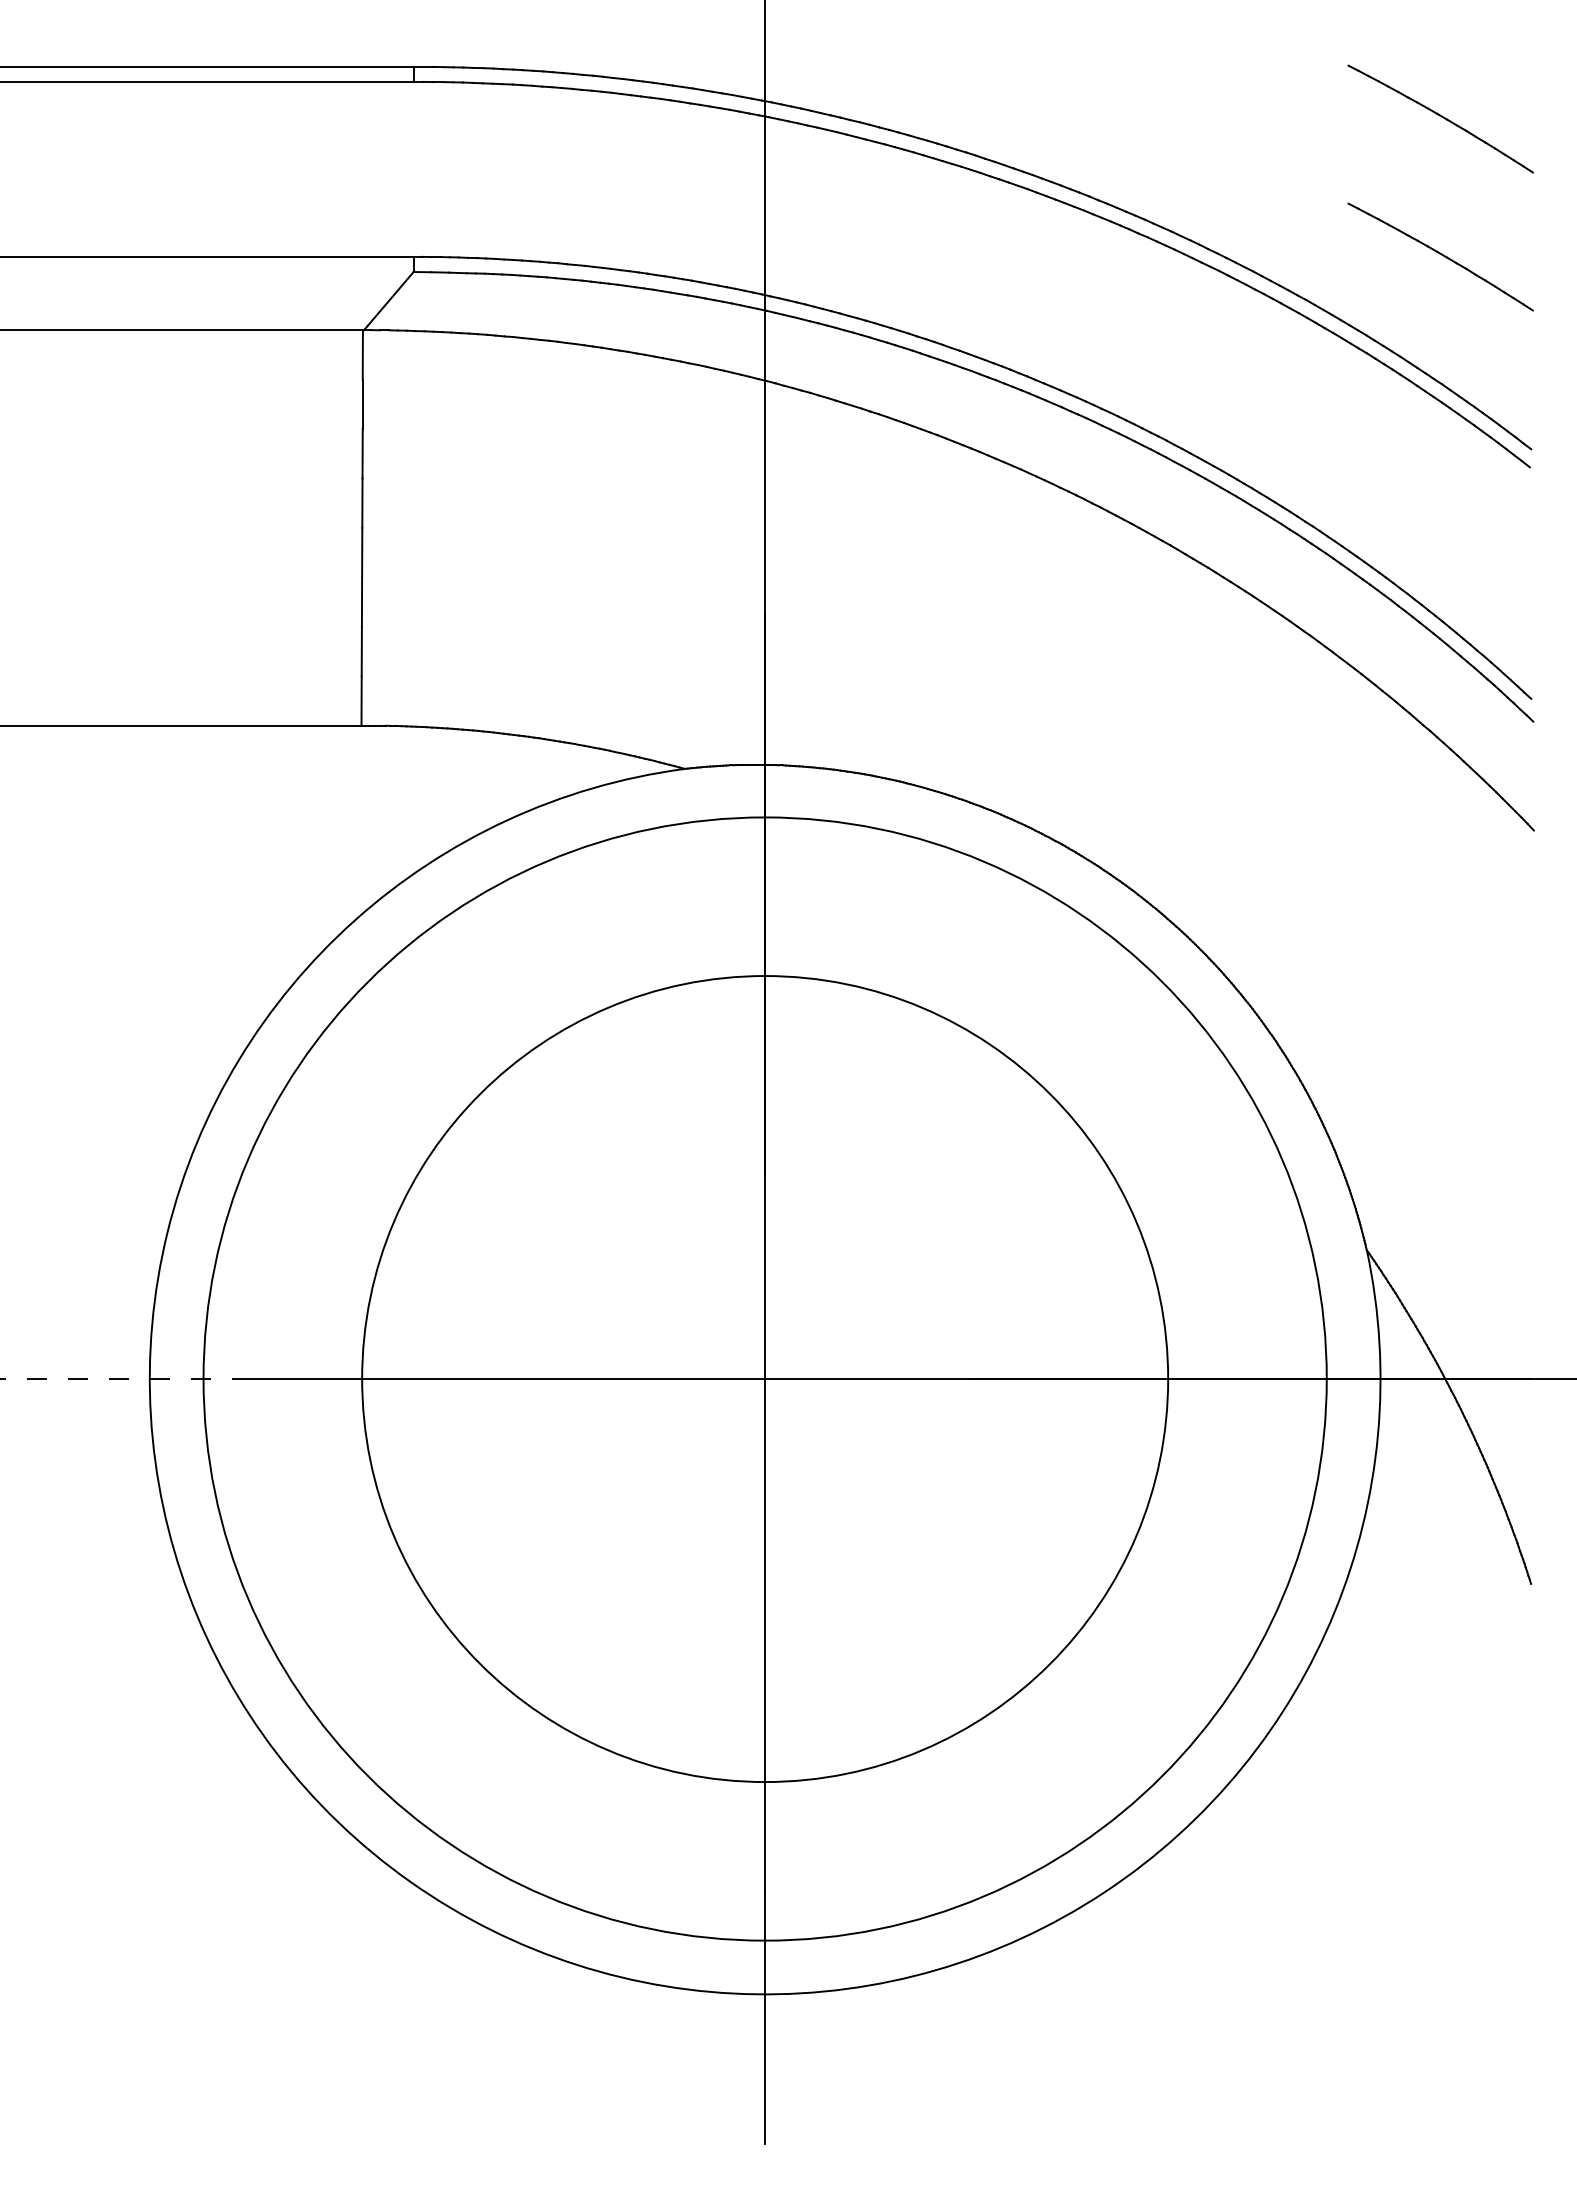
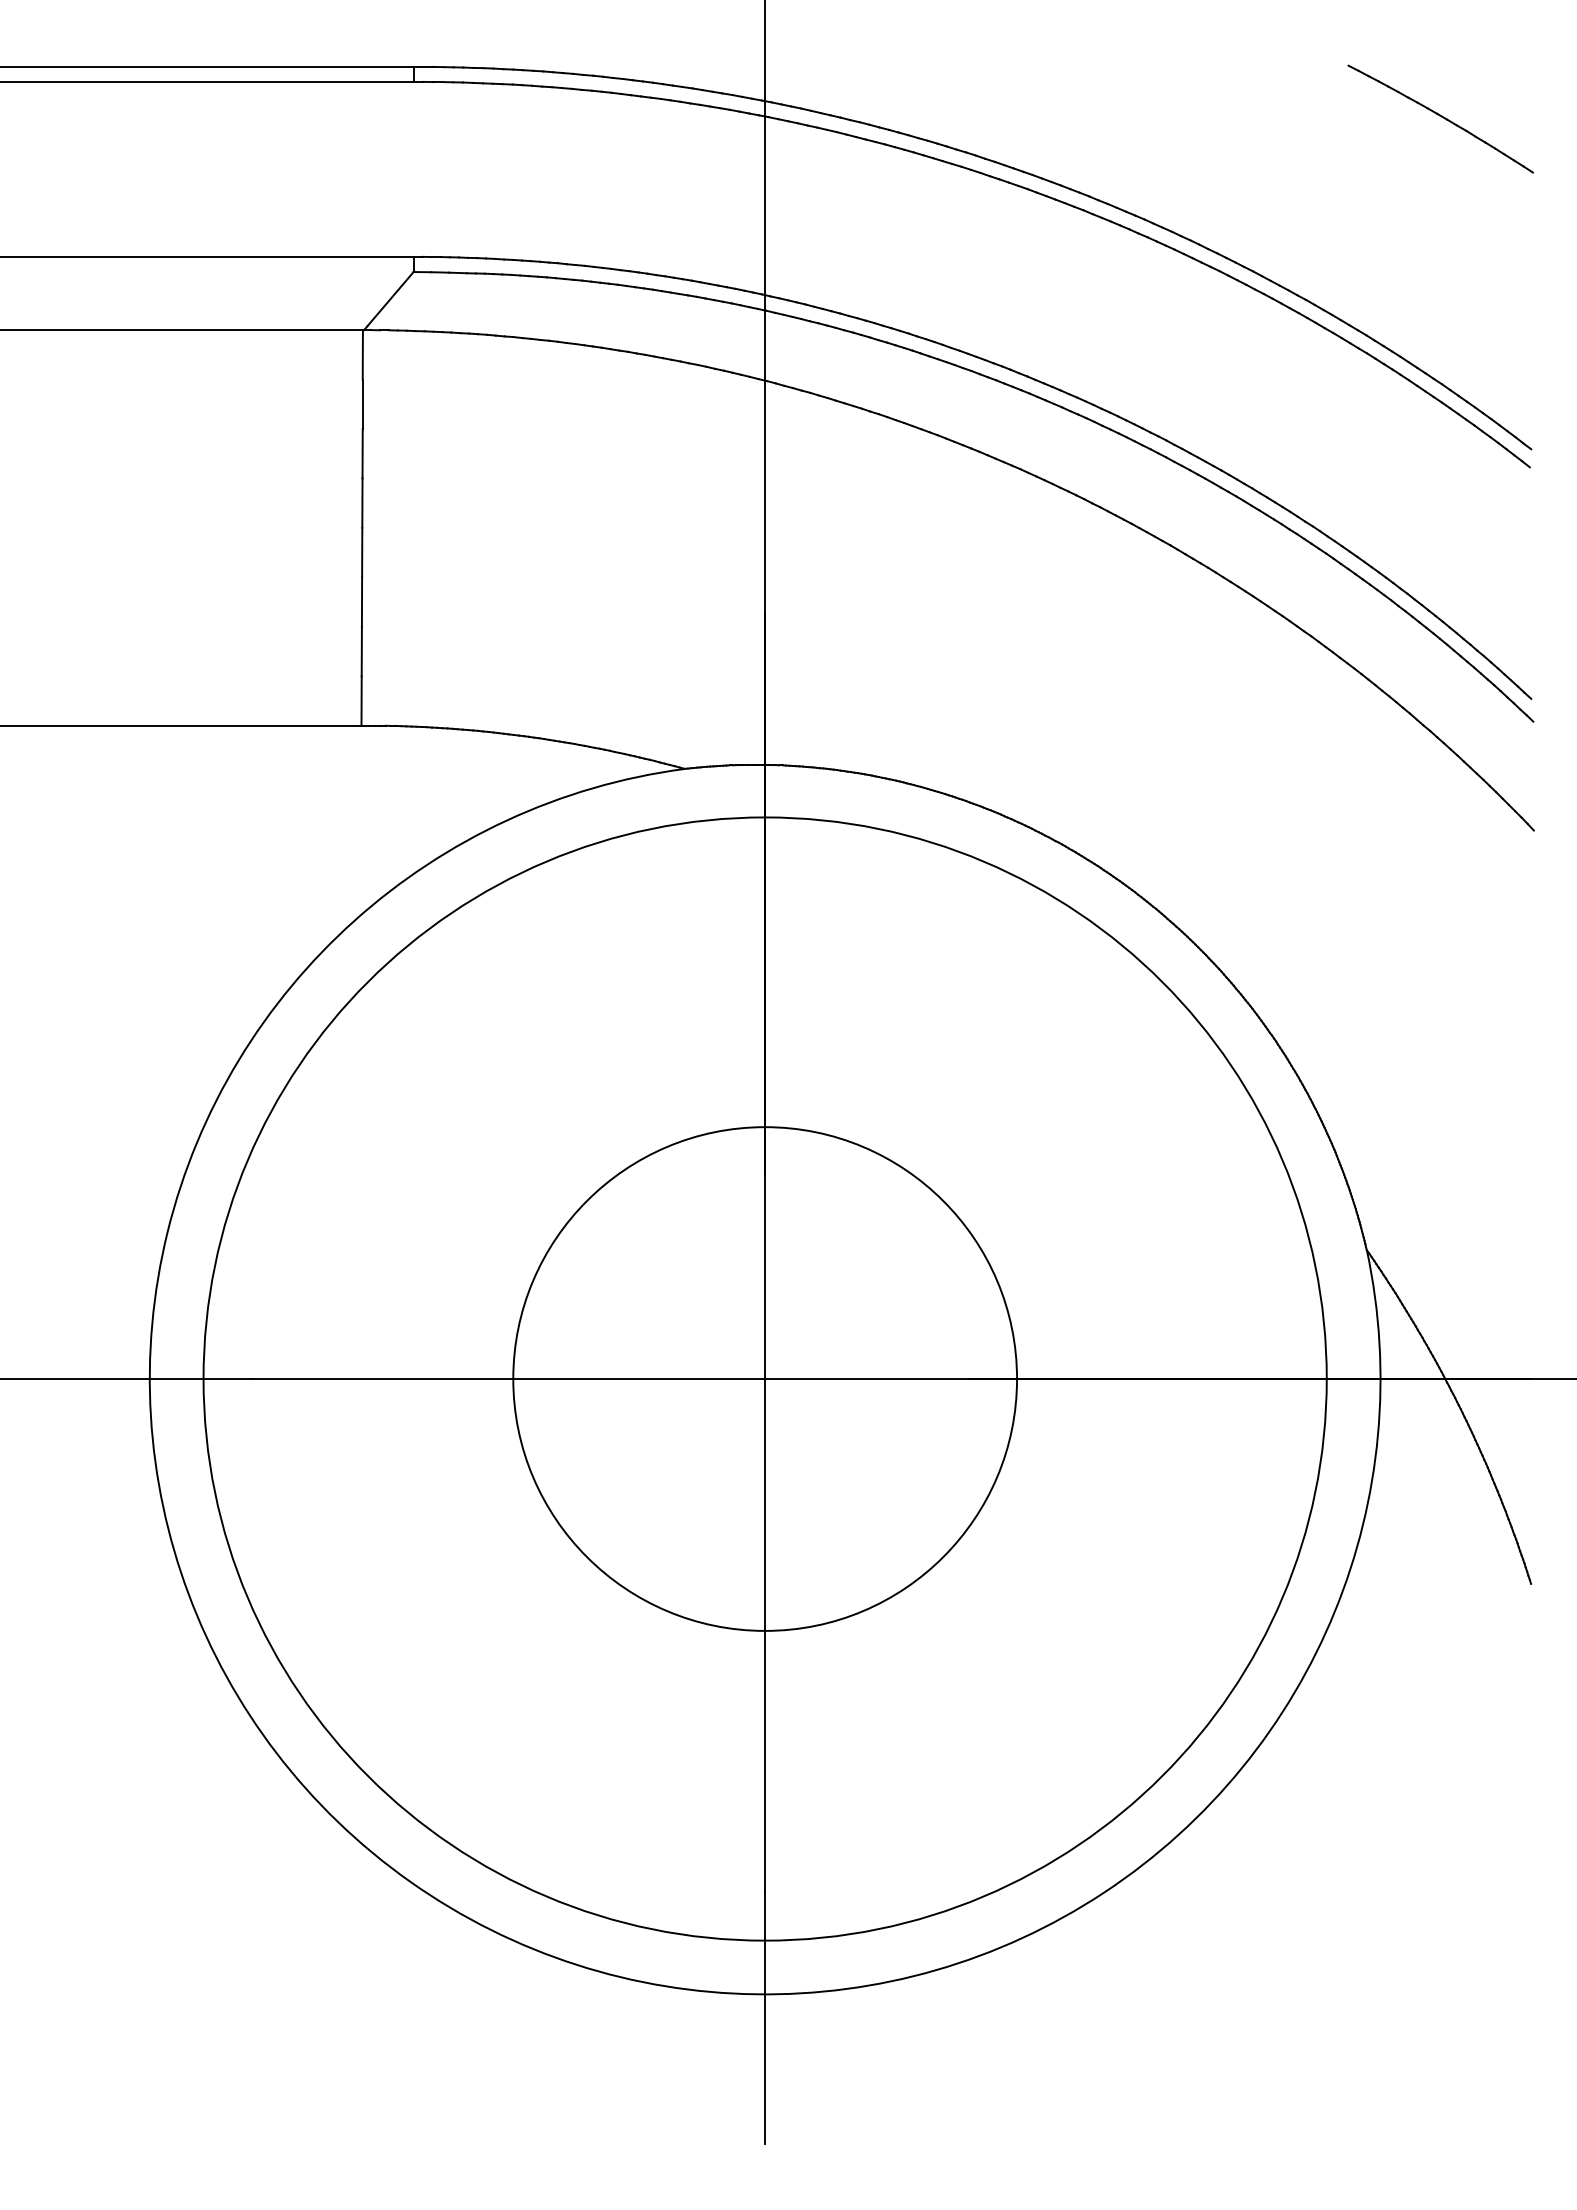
part at (1440, 256): present -> none
line at (125, 1379): dashed -> solid
circle at (765, 1379) diameter: 806 px -> 504 px
